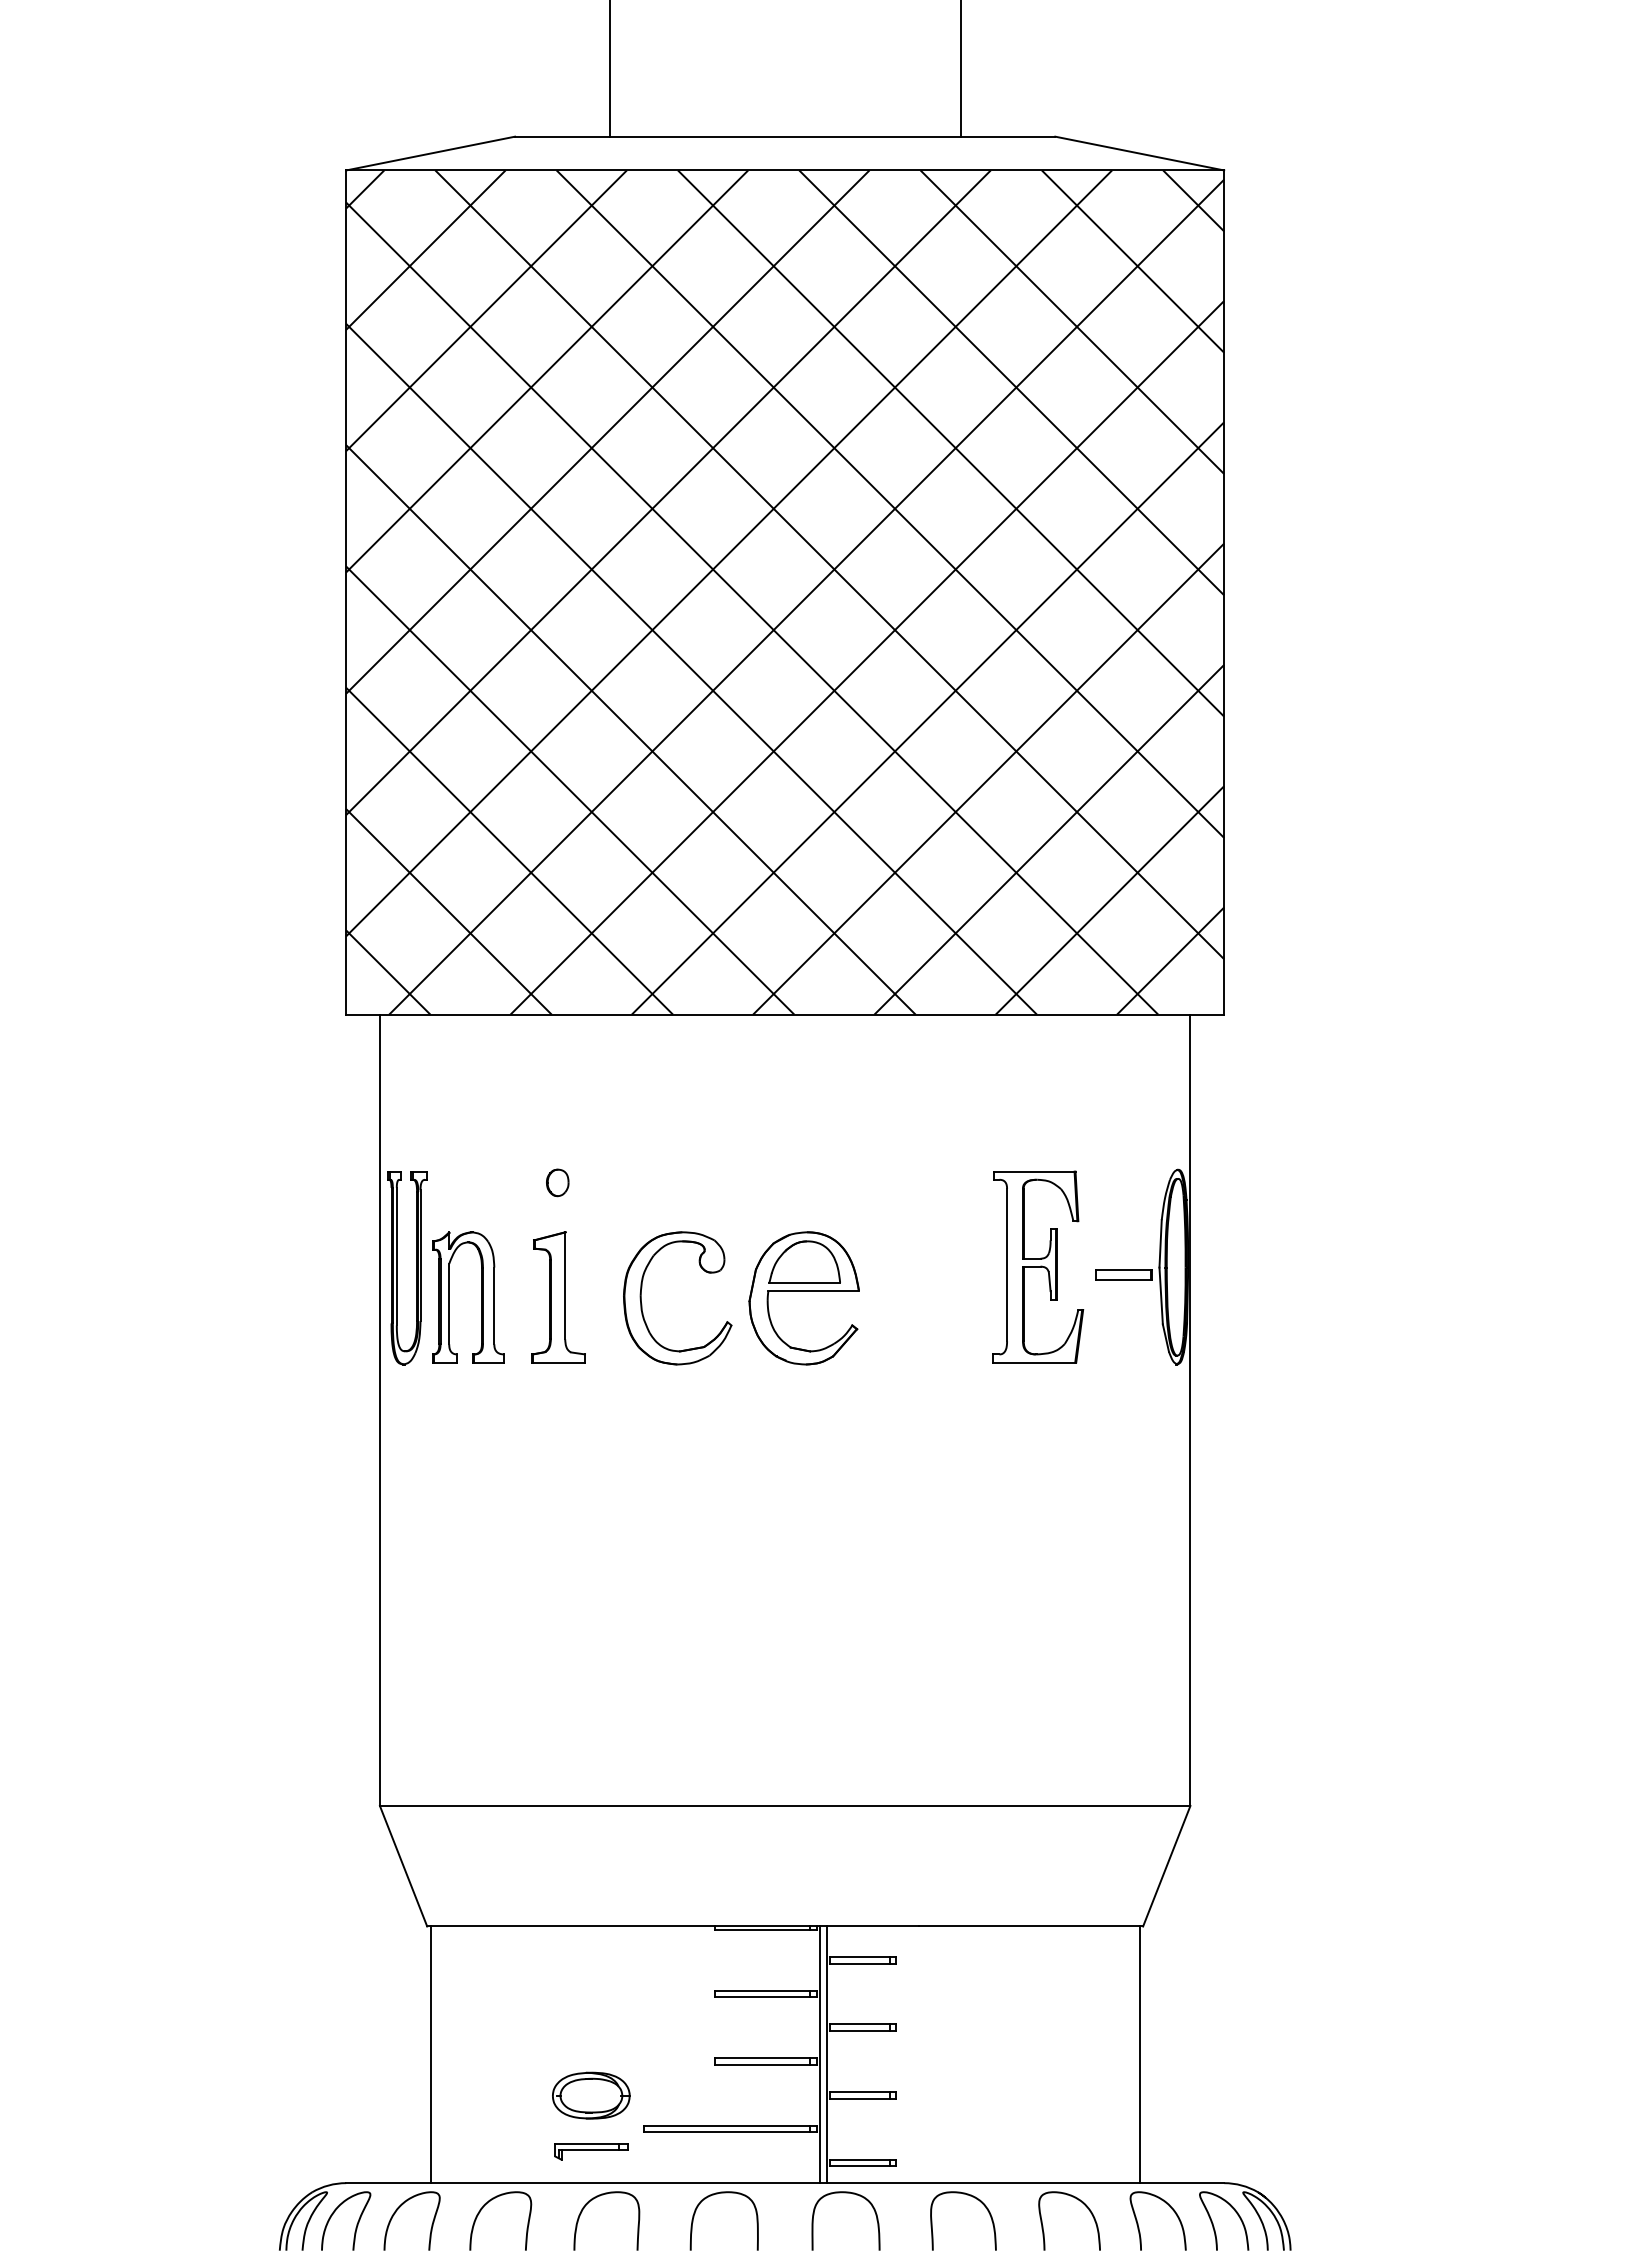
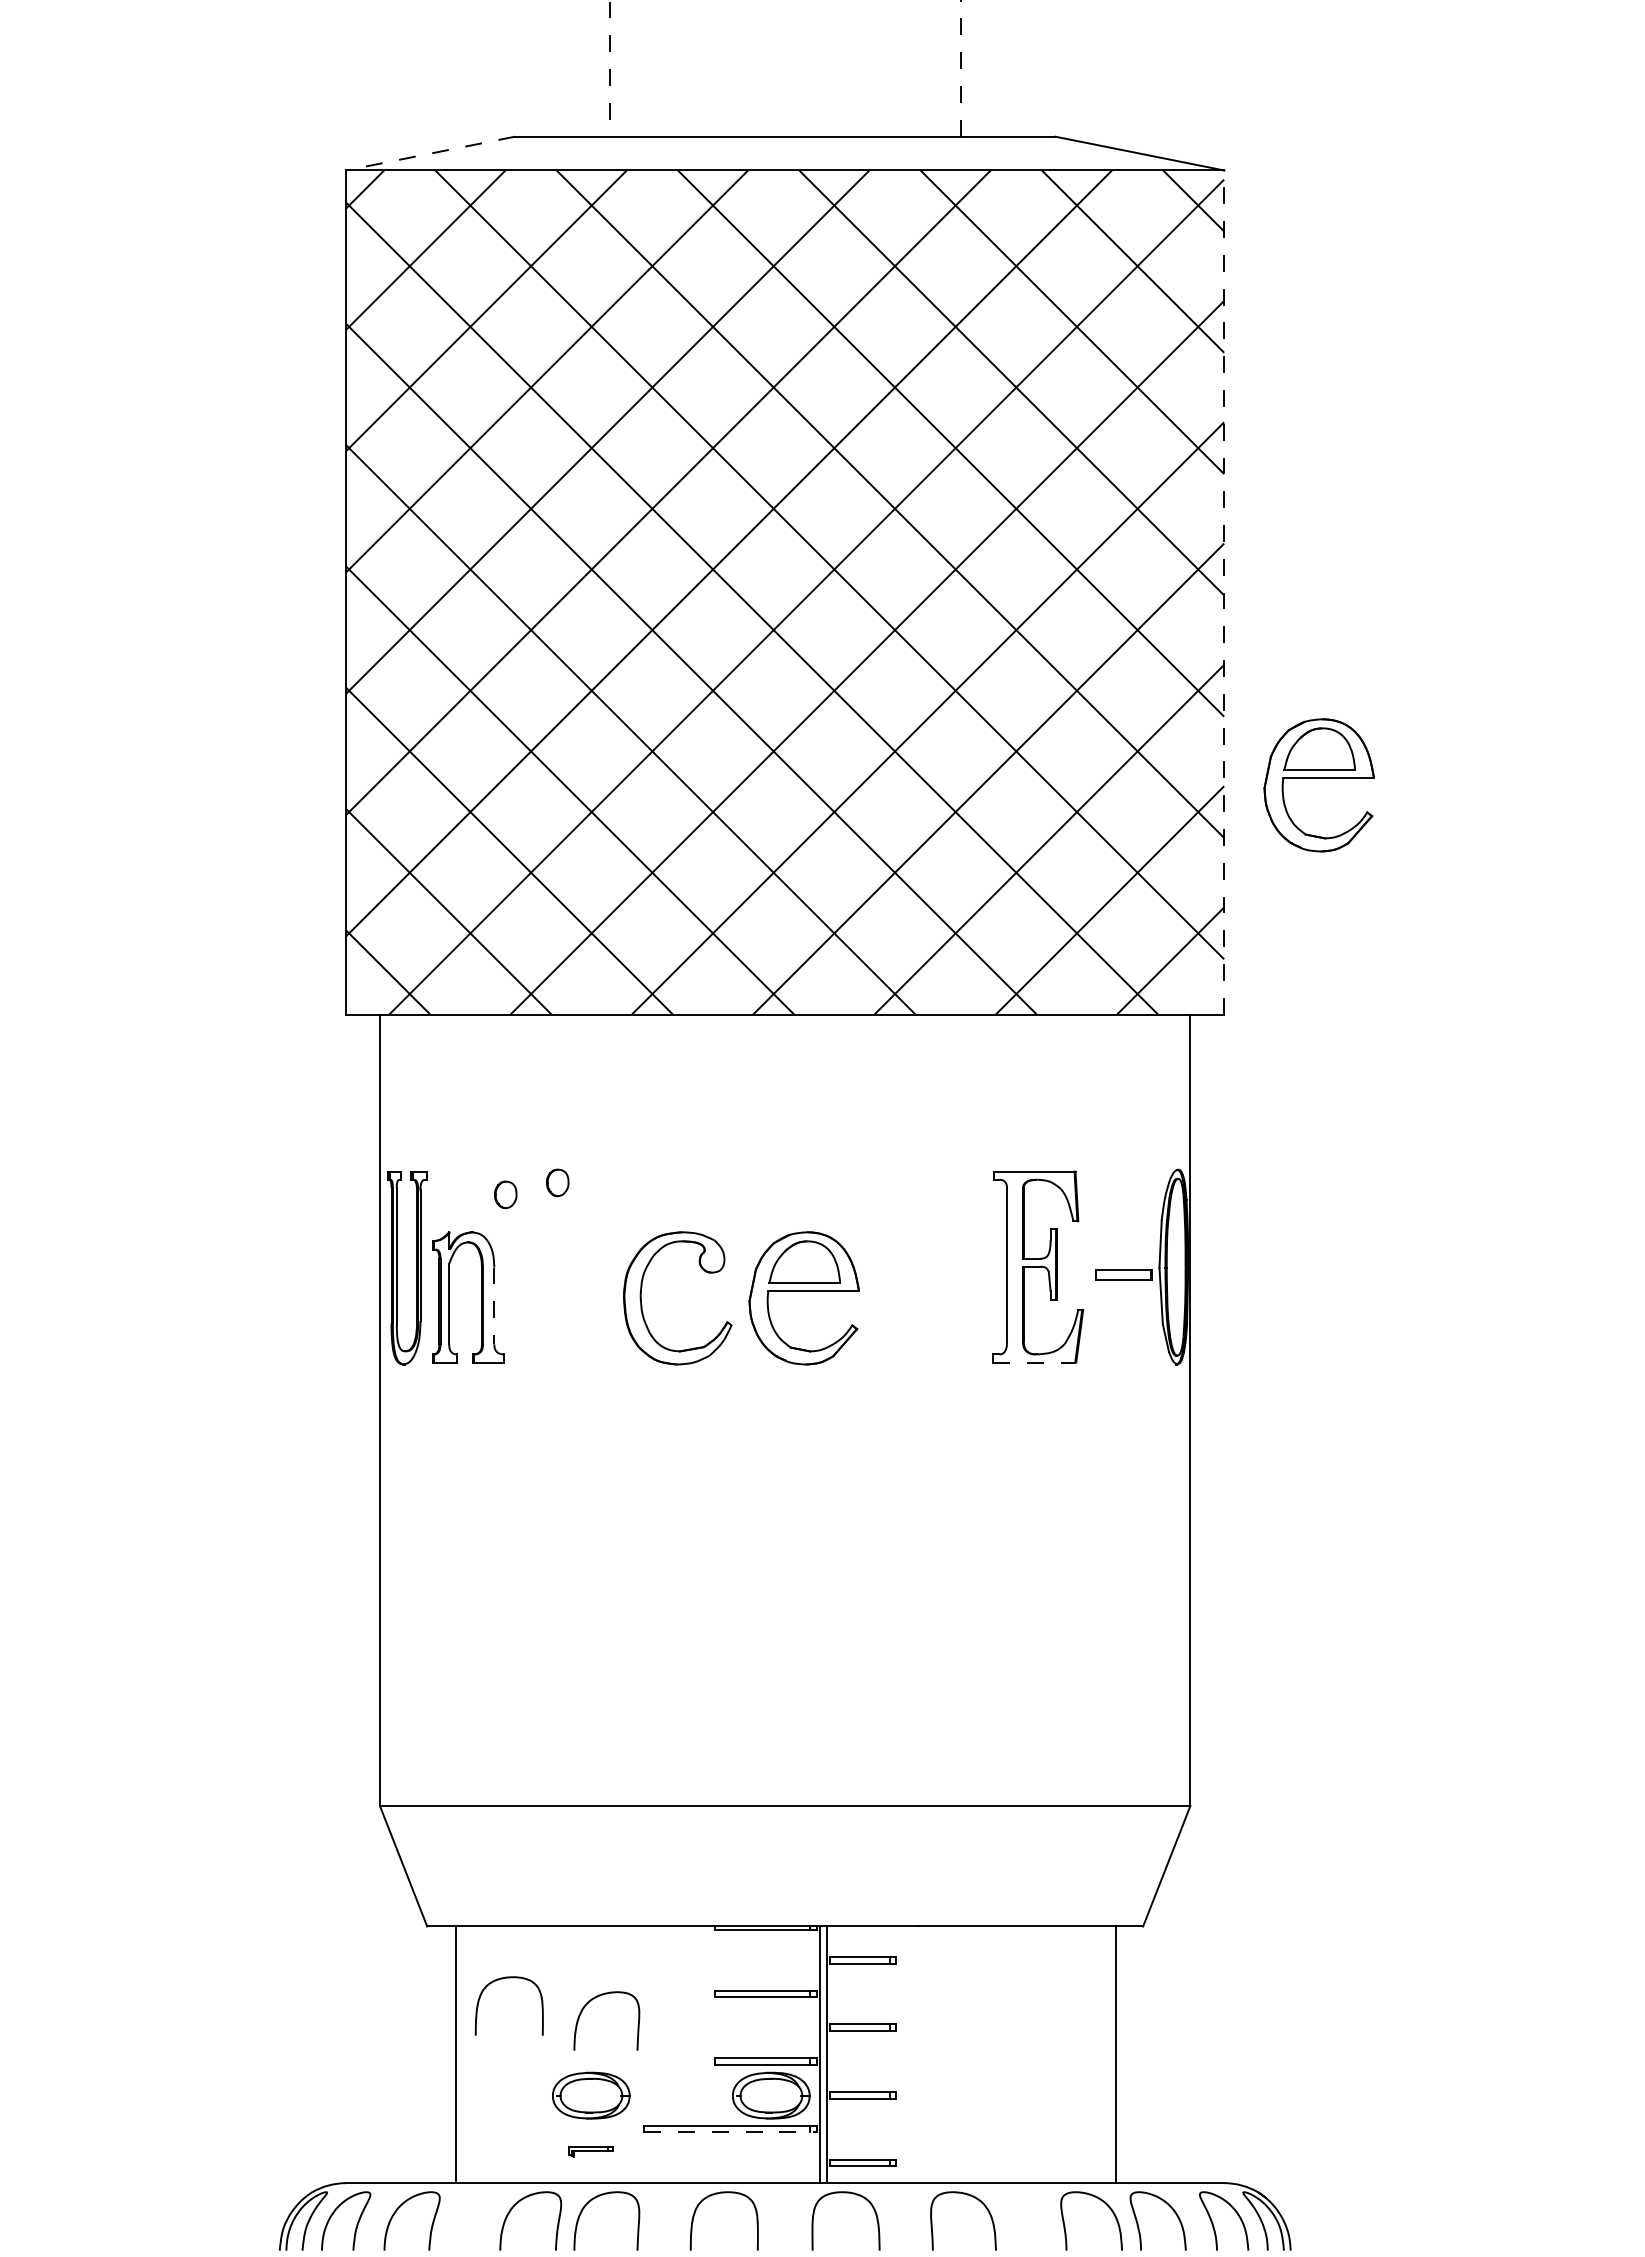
line at (609, 68): solid -> dashed
line at (960, 68): solid -> dashed
line at (430, 153): solid -> dashed
line at (1224, 592): solid -> dashed
part at (1318, 778): none -> present
part at (505, 1194): none -> present
part at (558, 1297): present -> none
line at (494, 1306): solid -> dashed
line at (1035, 1362): solid -> dashed
curve at (502, 1979): none -> present
curve at (592, 2000): none -> present
line at (430, 2054) position: (430, 2054) -> (455, 2054)
line at (1139, 2054) position: (1139, 2054) -> (1115, 2054)
part at (771, 2095): none -> present
line at (731, 2132): solid -> dashed
part at (591, 2151) size: 75x18 px -> 46x12 px
curve at (489, 2202) position: (489, 2202) -> (519, 2202)
curve at (1084, 2205) position: (1084, 2205) -> (1106, 2205)
